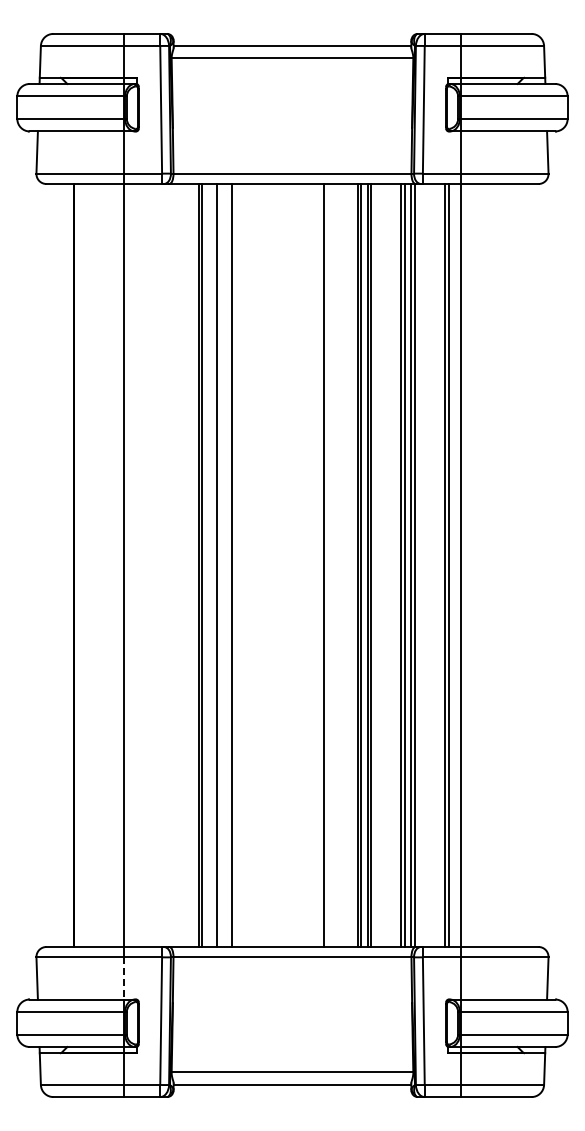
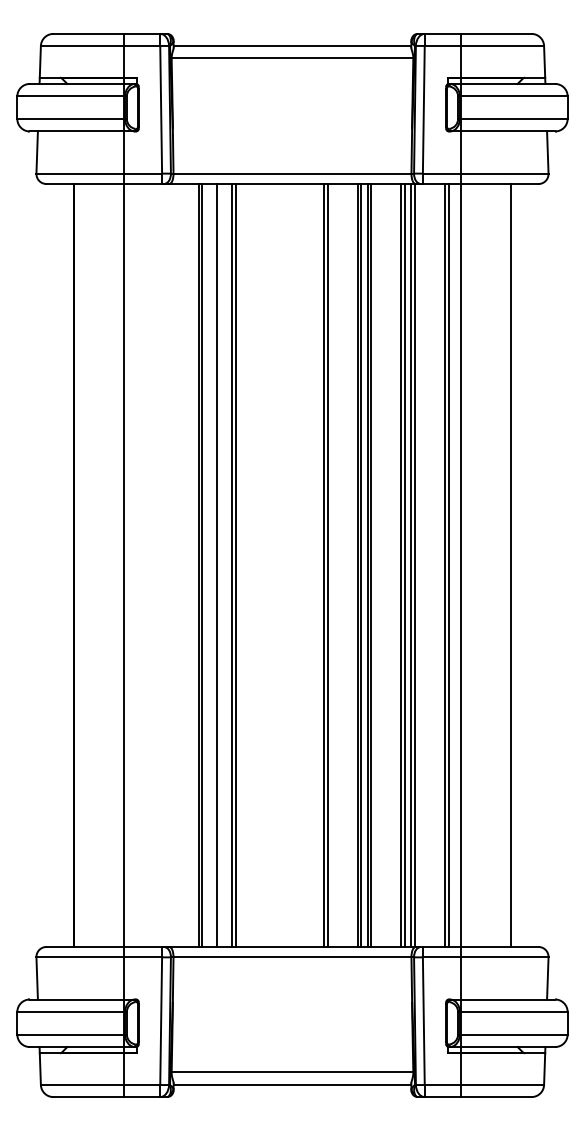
line at (236, 565): none -> present
line at (327, 565): none -> present
line at (511, 565): none -> present
line at (123, 978): dashed -> solid
